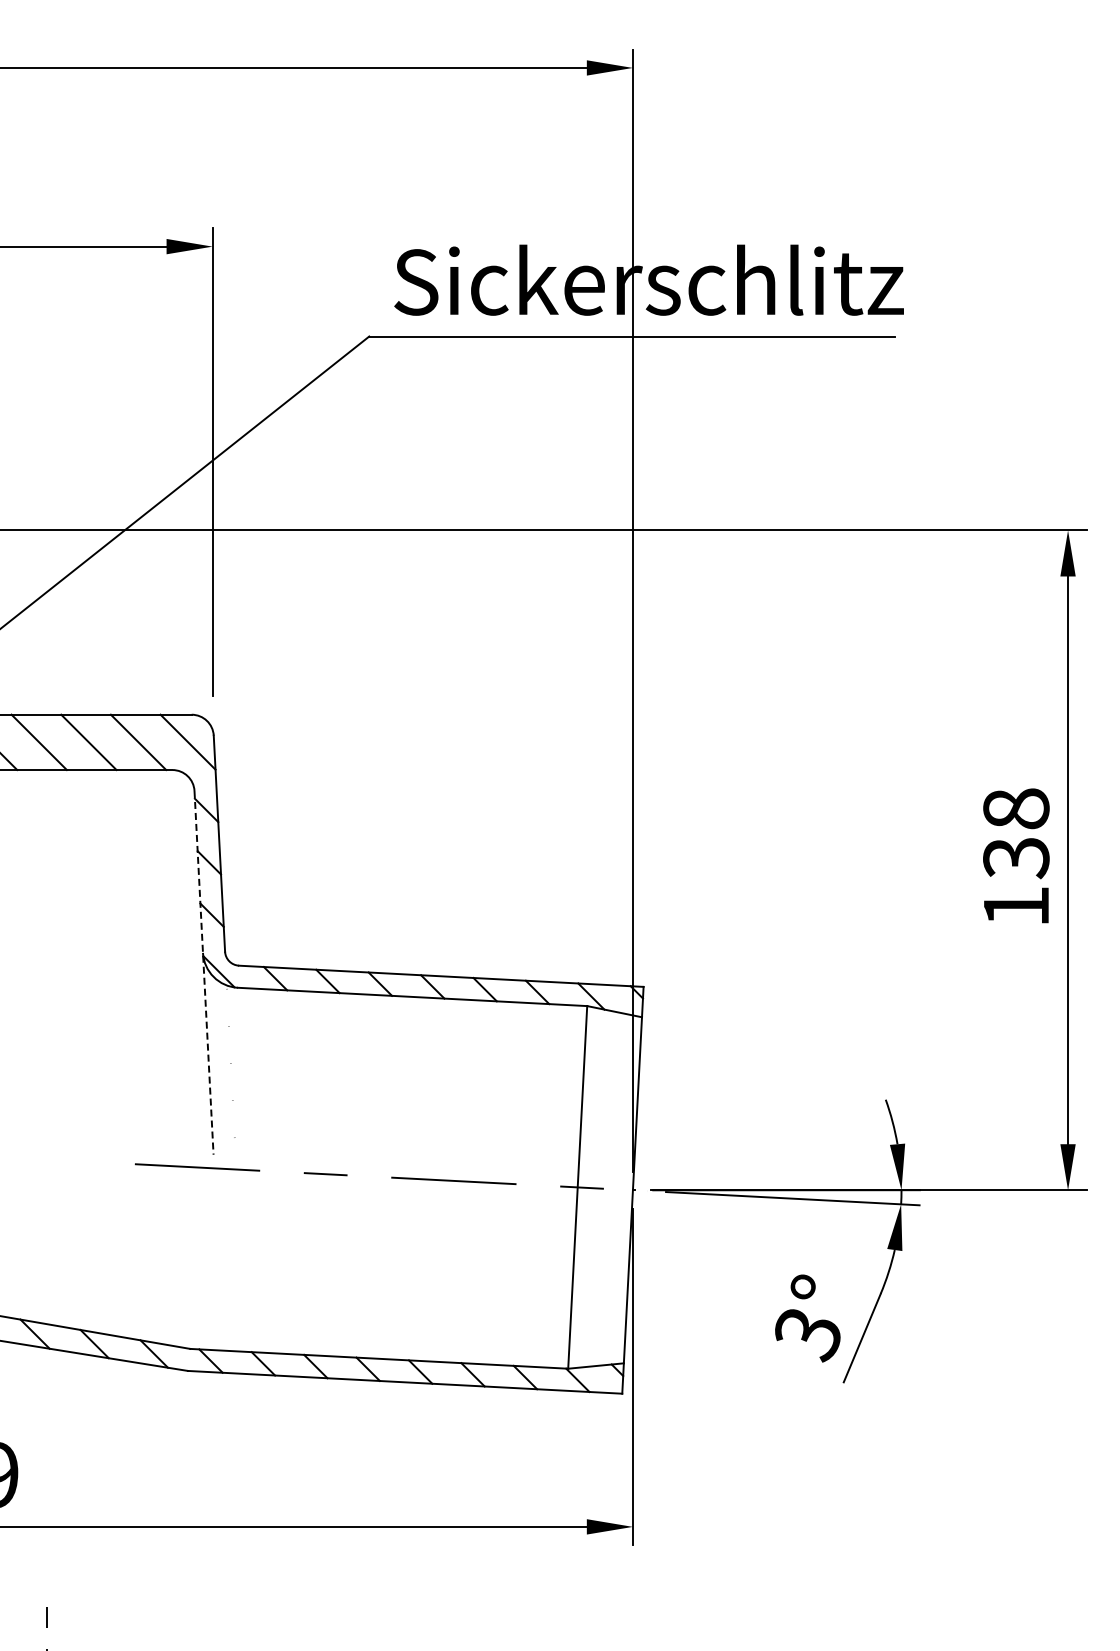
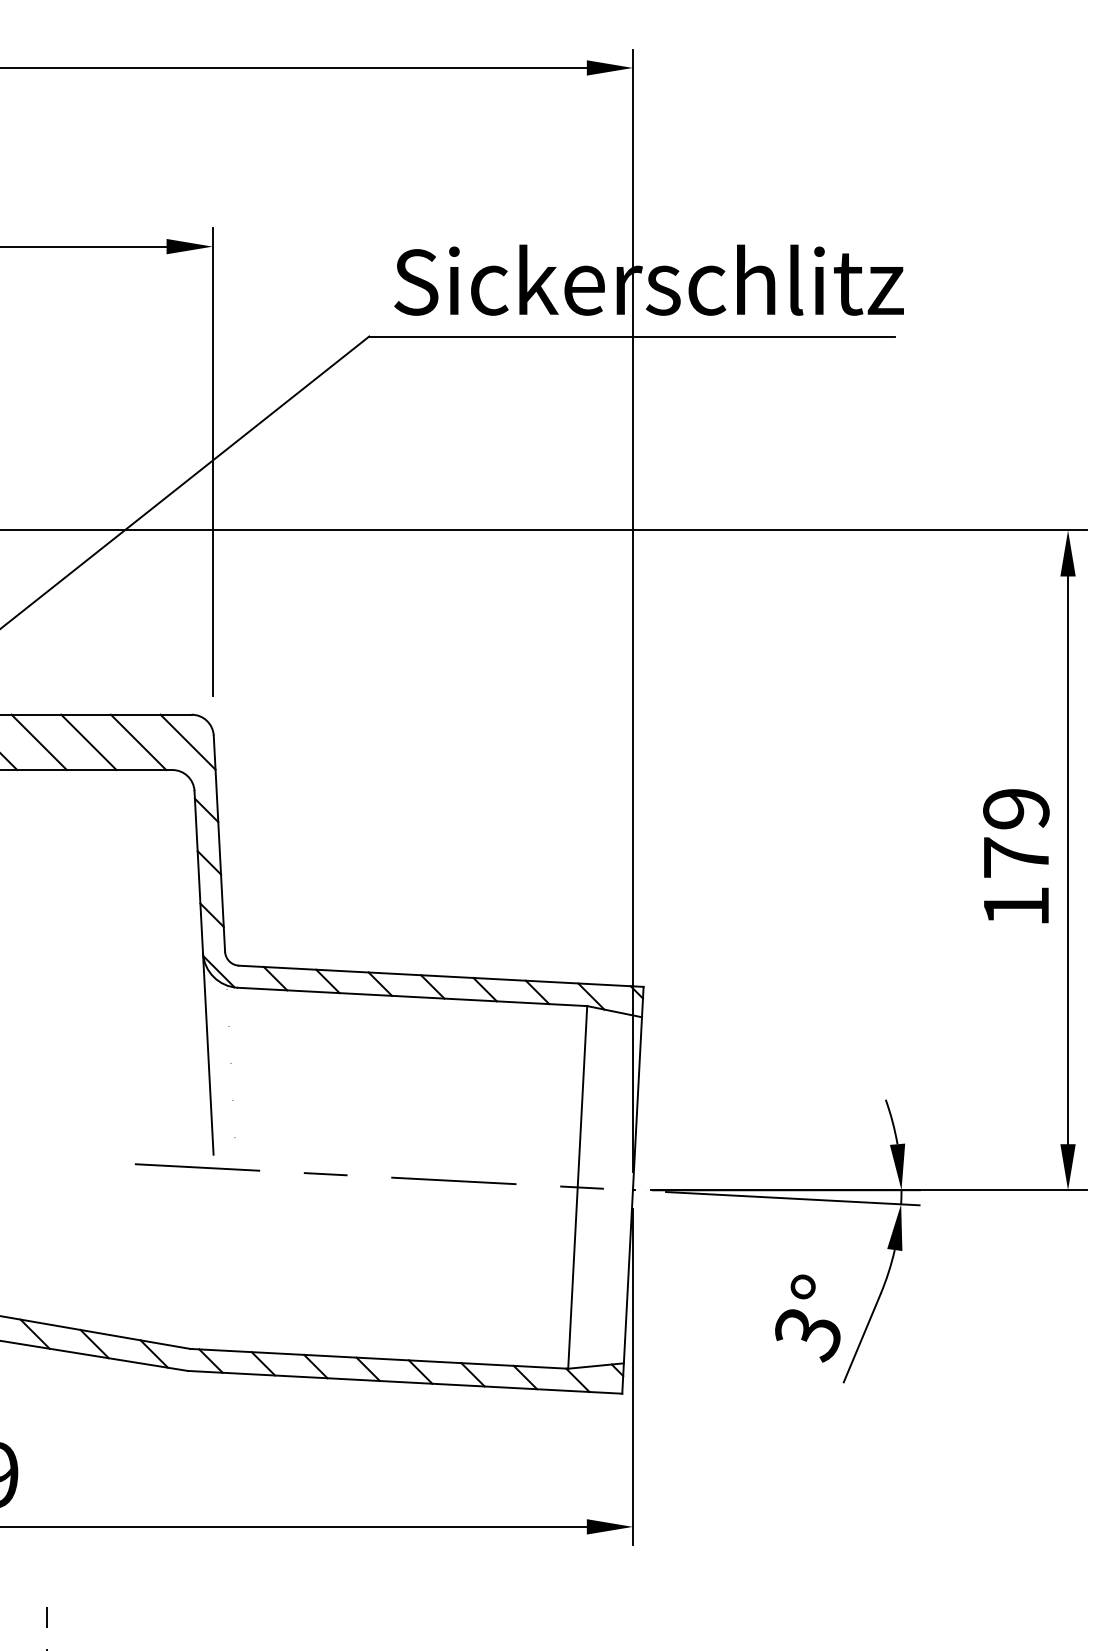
text at (1016, 833): 138 -> 179
line at (204, 973): dashed -> solid
